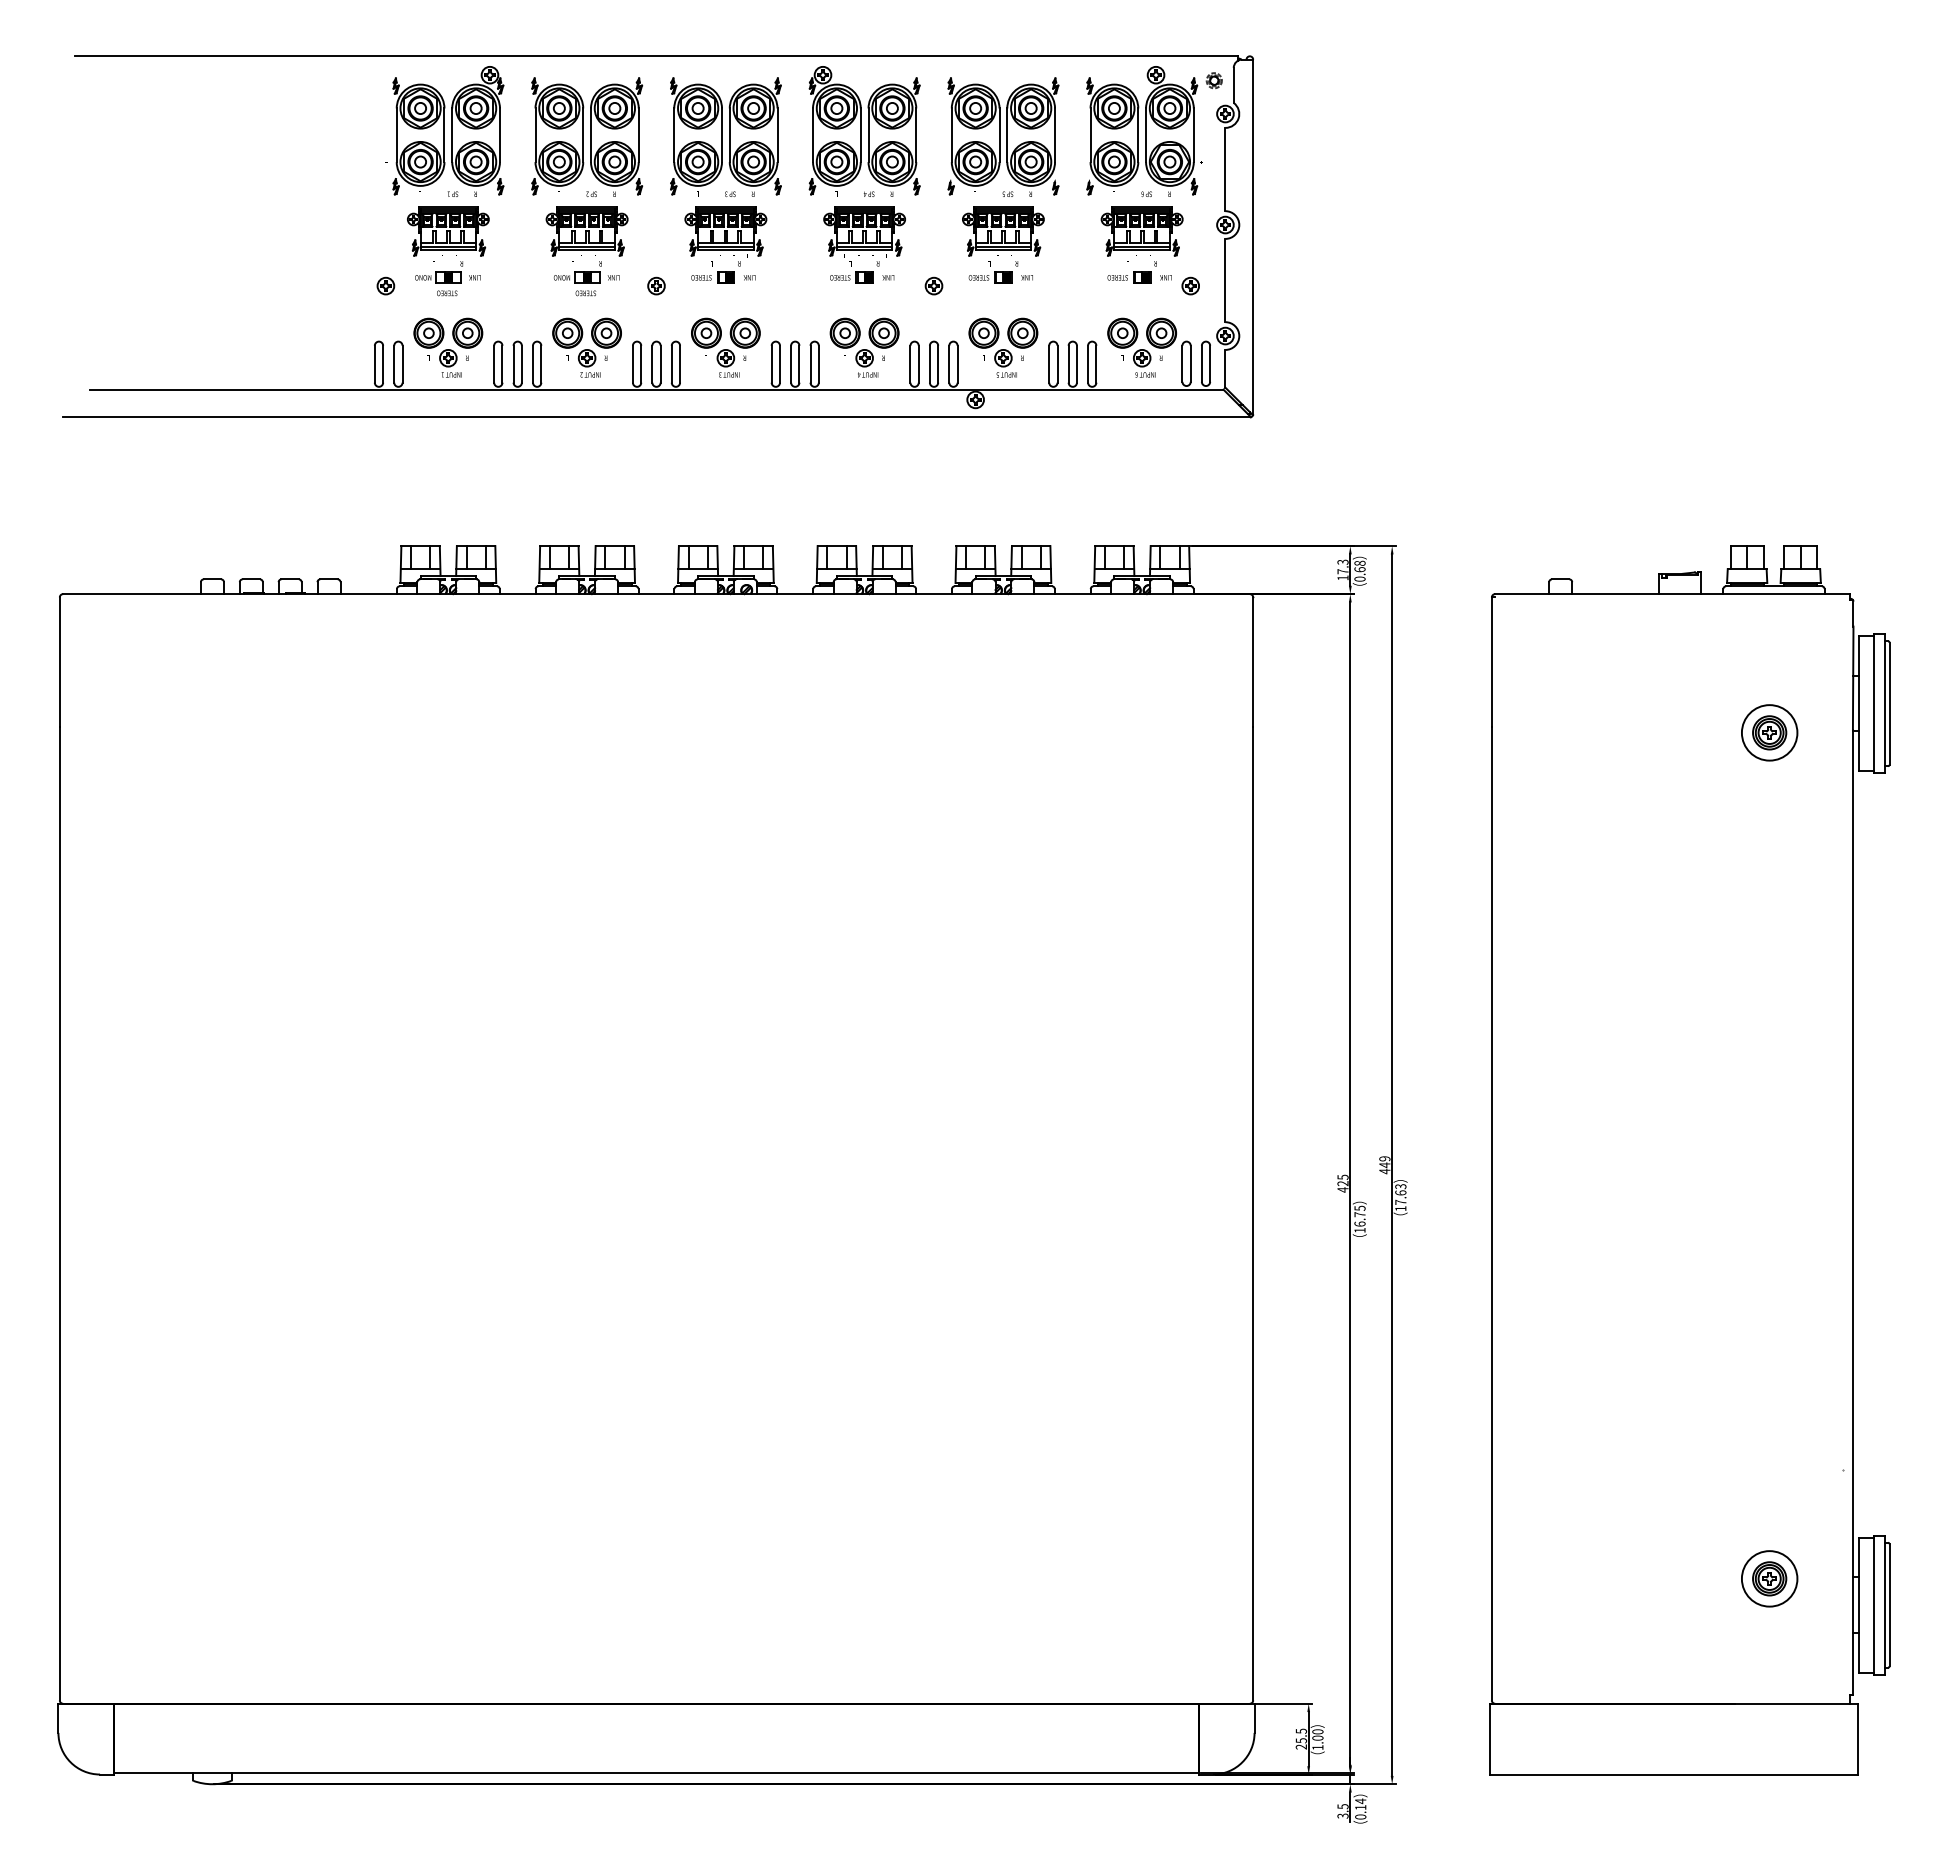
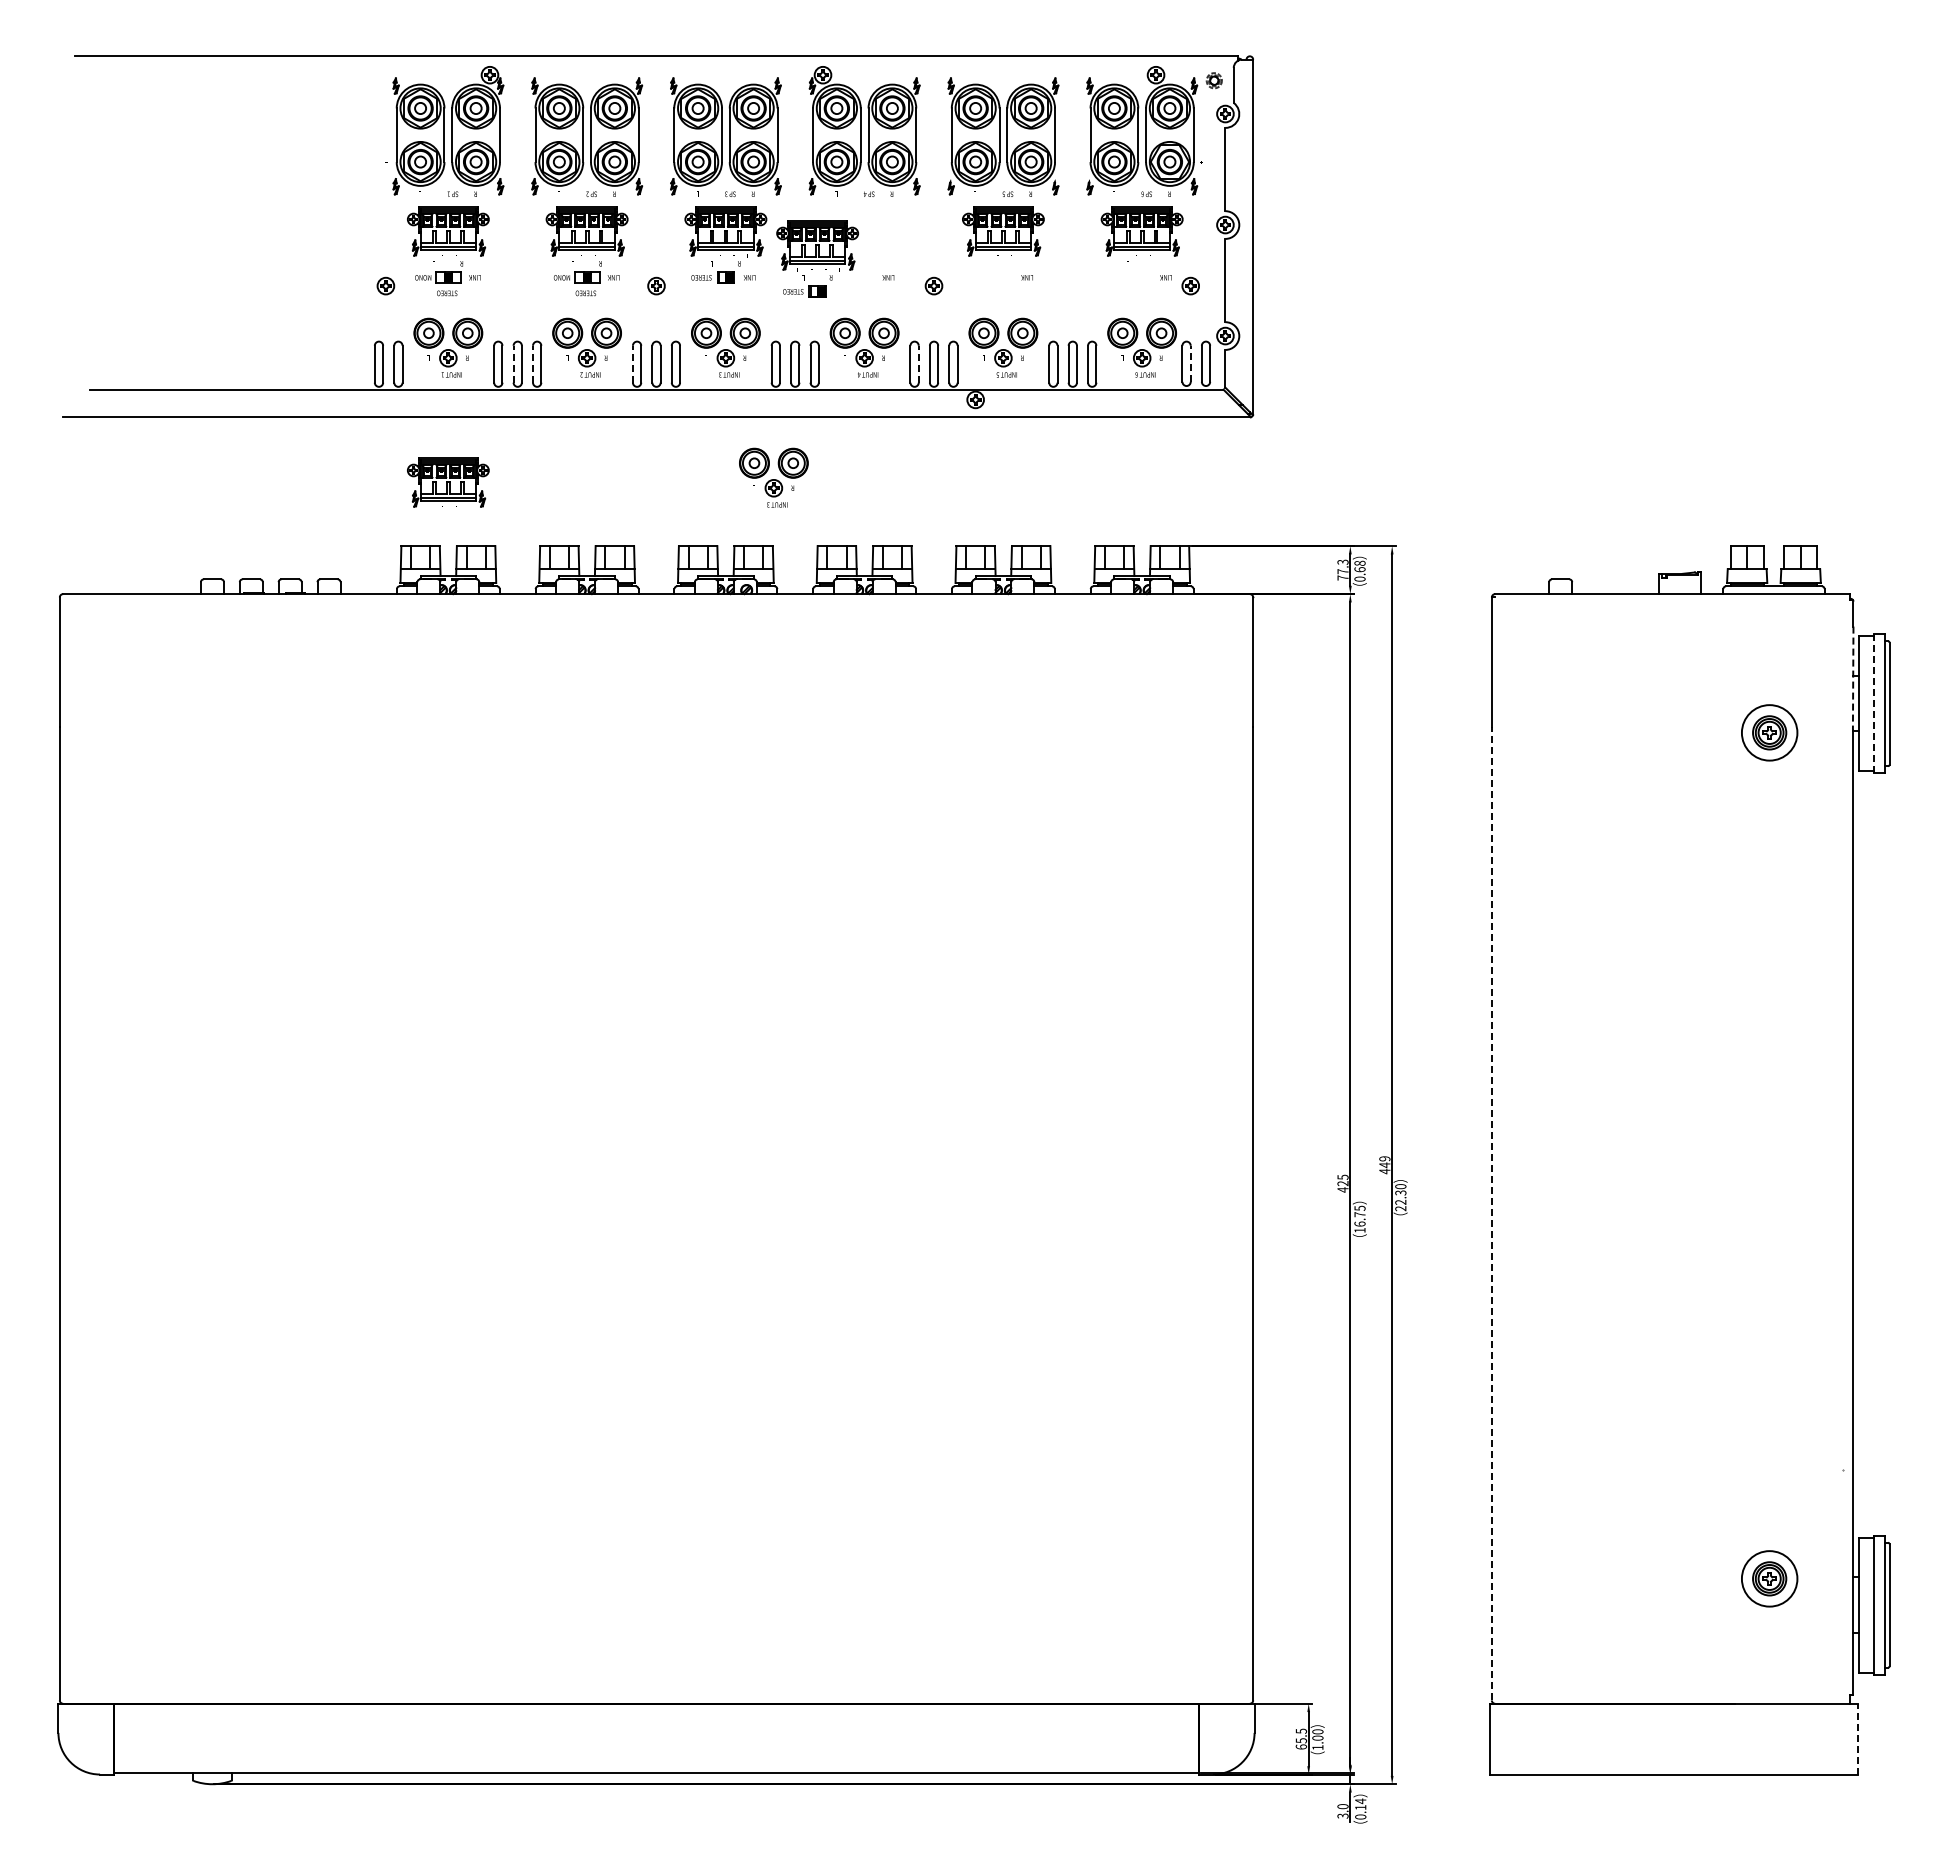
part at (864, 244) position: (864, 244) -> (817, 258)
part at (993, 272): present -> none
part at (1131, 272): present -> none
line at (513, 363): solid -> dashed
line at (533, 363): solid -> dashed
line at (632, 363): solid -> dashed
line at (918, 363): solid -> dashed
line at (1190, 363): solid -> dashed
part at (773, 477): none -> present
part at (448, 482): none -> present
text at (1342, 577): 17.3 -> 77.3
line at (1853, 678): solid -> dashed
line at (1874, 703): solid -> dashed
text at (1400, 1197): 17.63 -> 22.30
line at (1491, 1213): solid -> dashed
line at (1858, 1738): solid -> dashed
text at (1301, 1746): 25.5 -> 65.5
text at (1342, 1806): 3.5 -> 3.0
